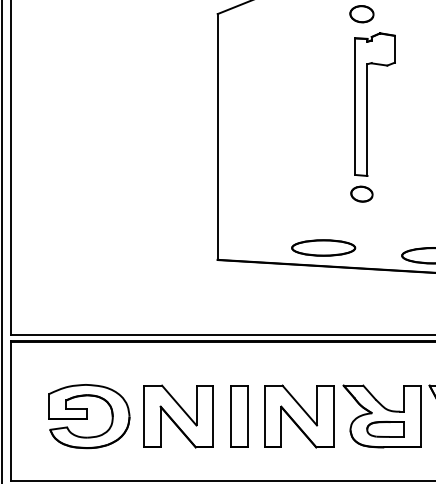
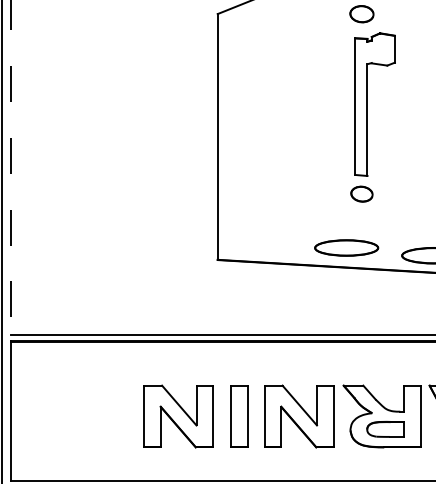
line at (10, 168): solid -> dashed
part at (323, 247) position: (323, 247) -> (346, 247)
part at (89, 416): present -> none
